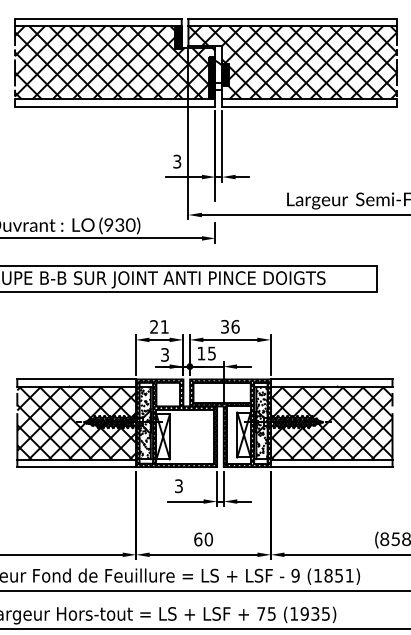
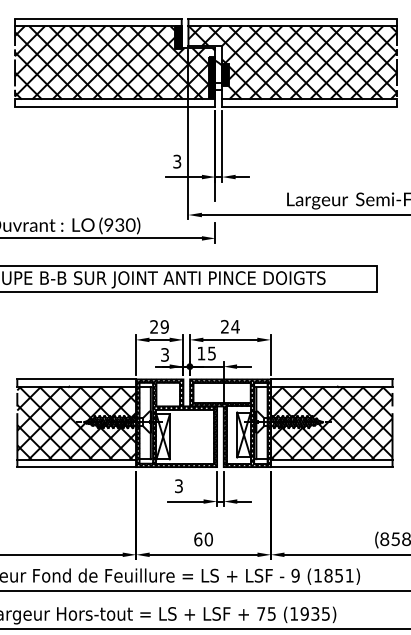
text at (164, 326): 21 -> 29
text at (230, 326): 36 -> 24
hatch at (144, 423): present -> none
hatch at (261, 423): present -> none
